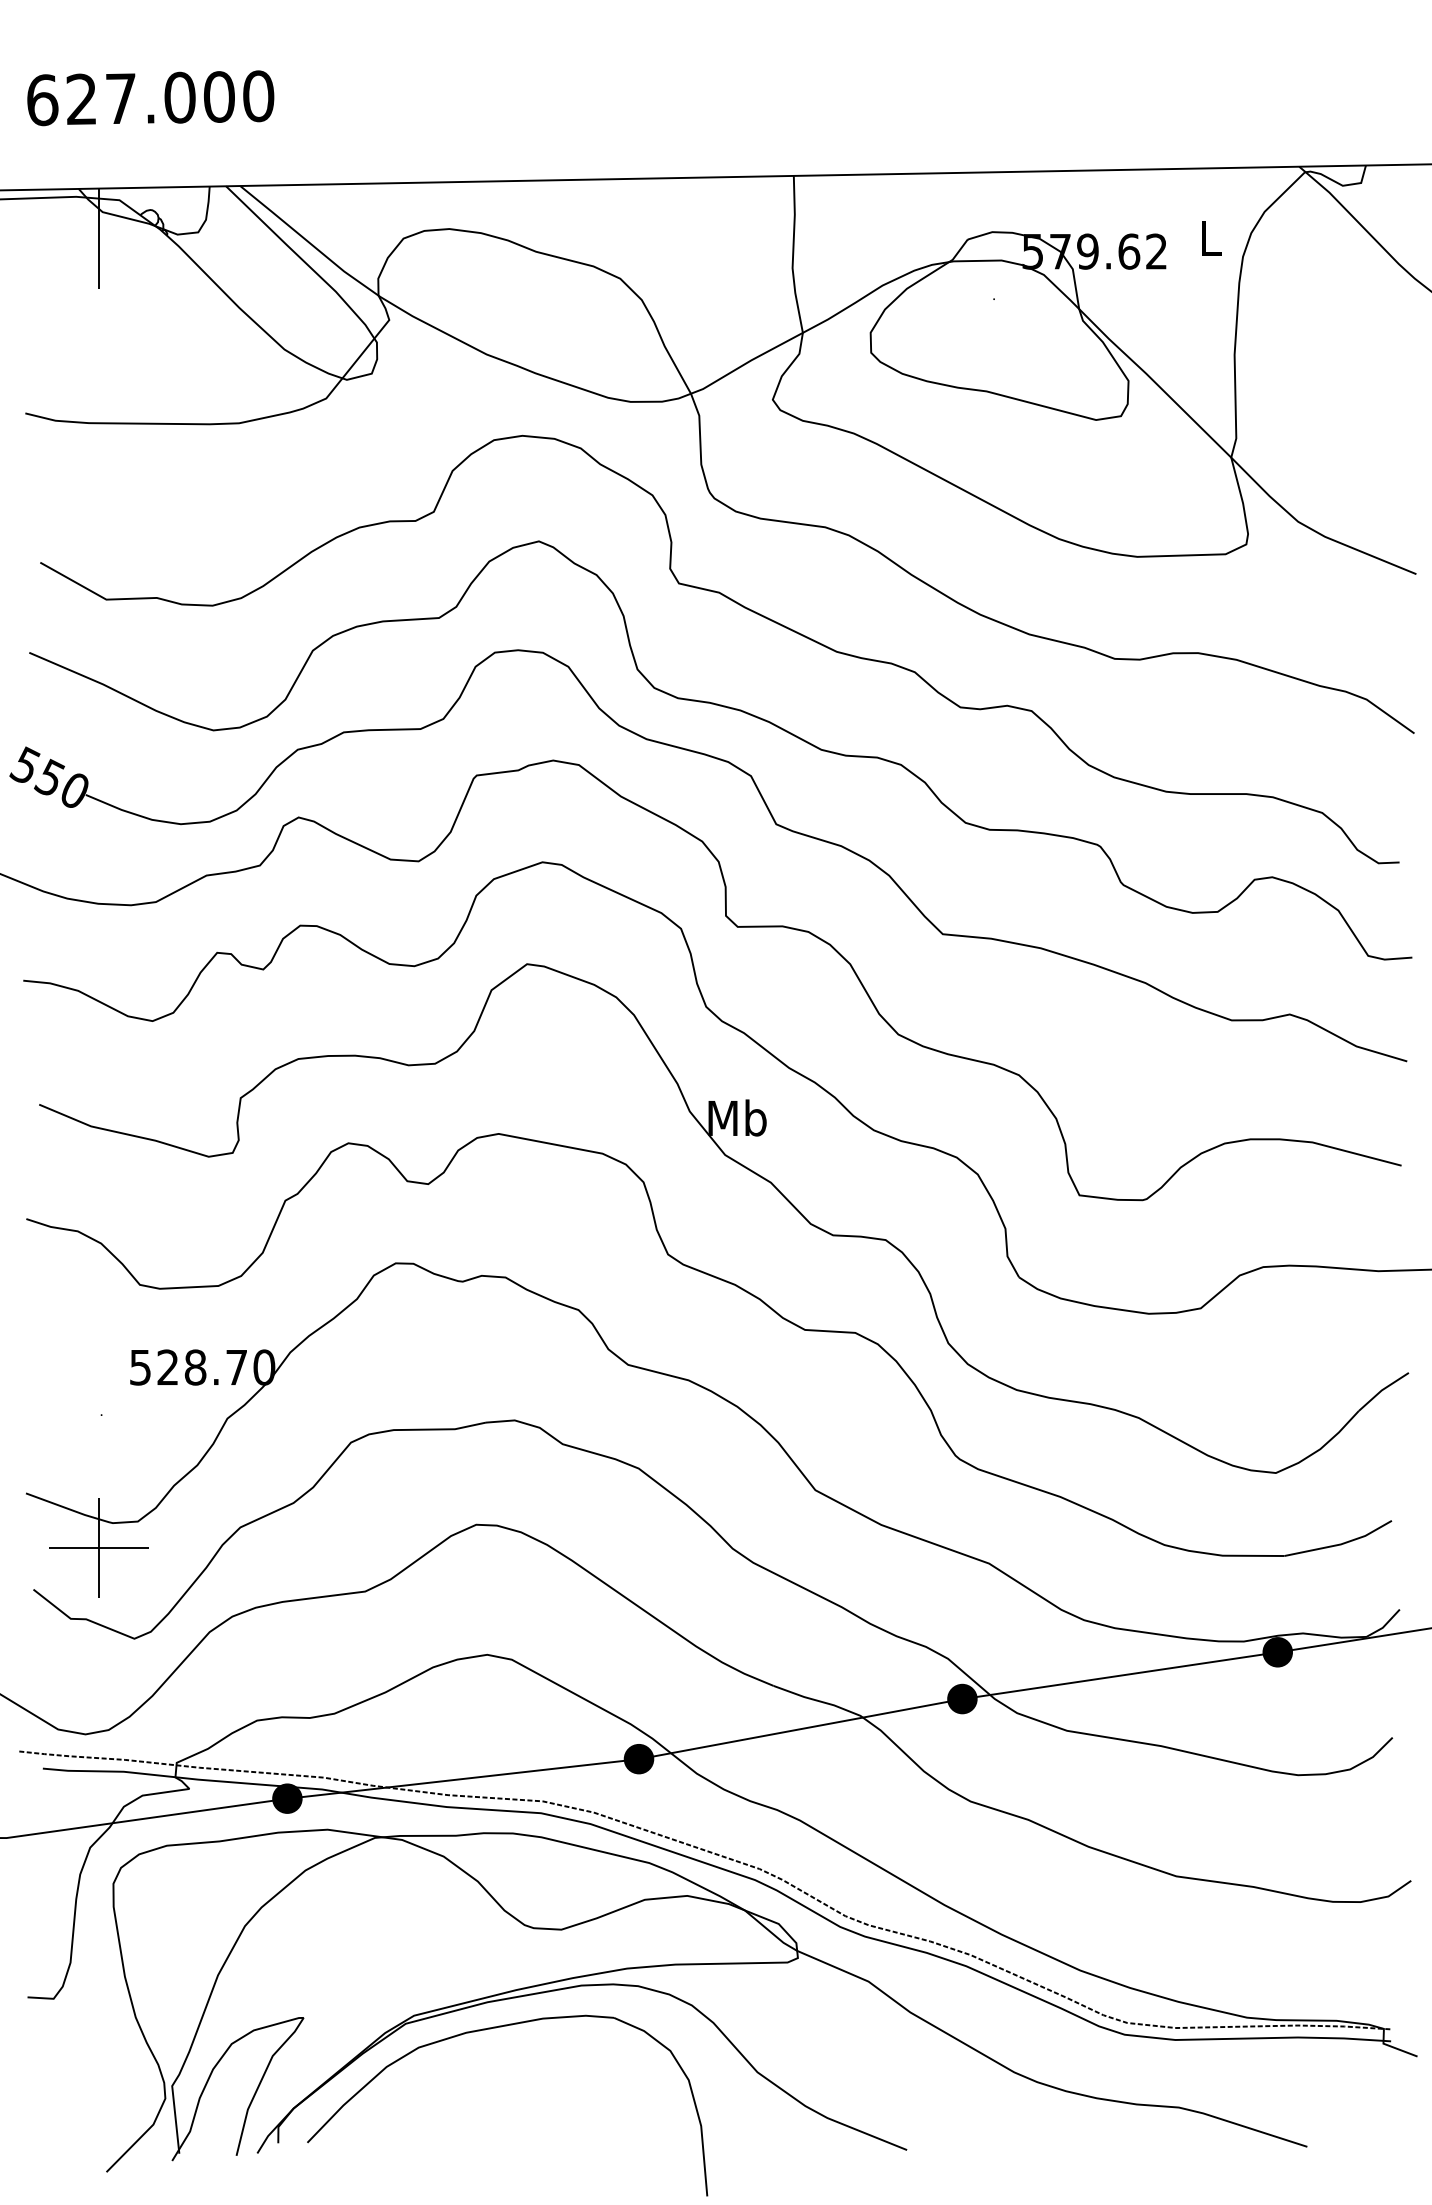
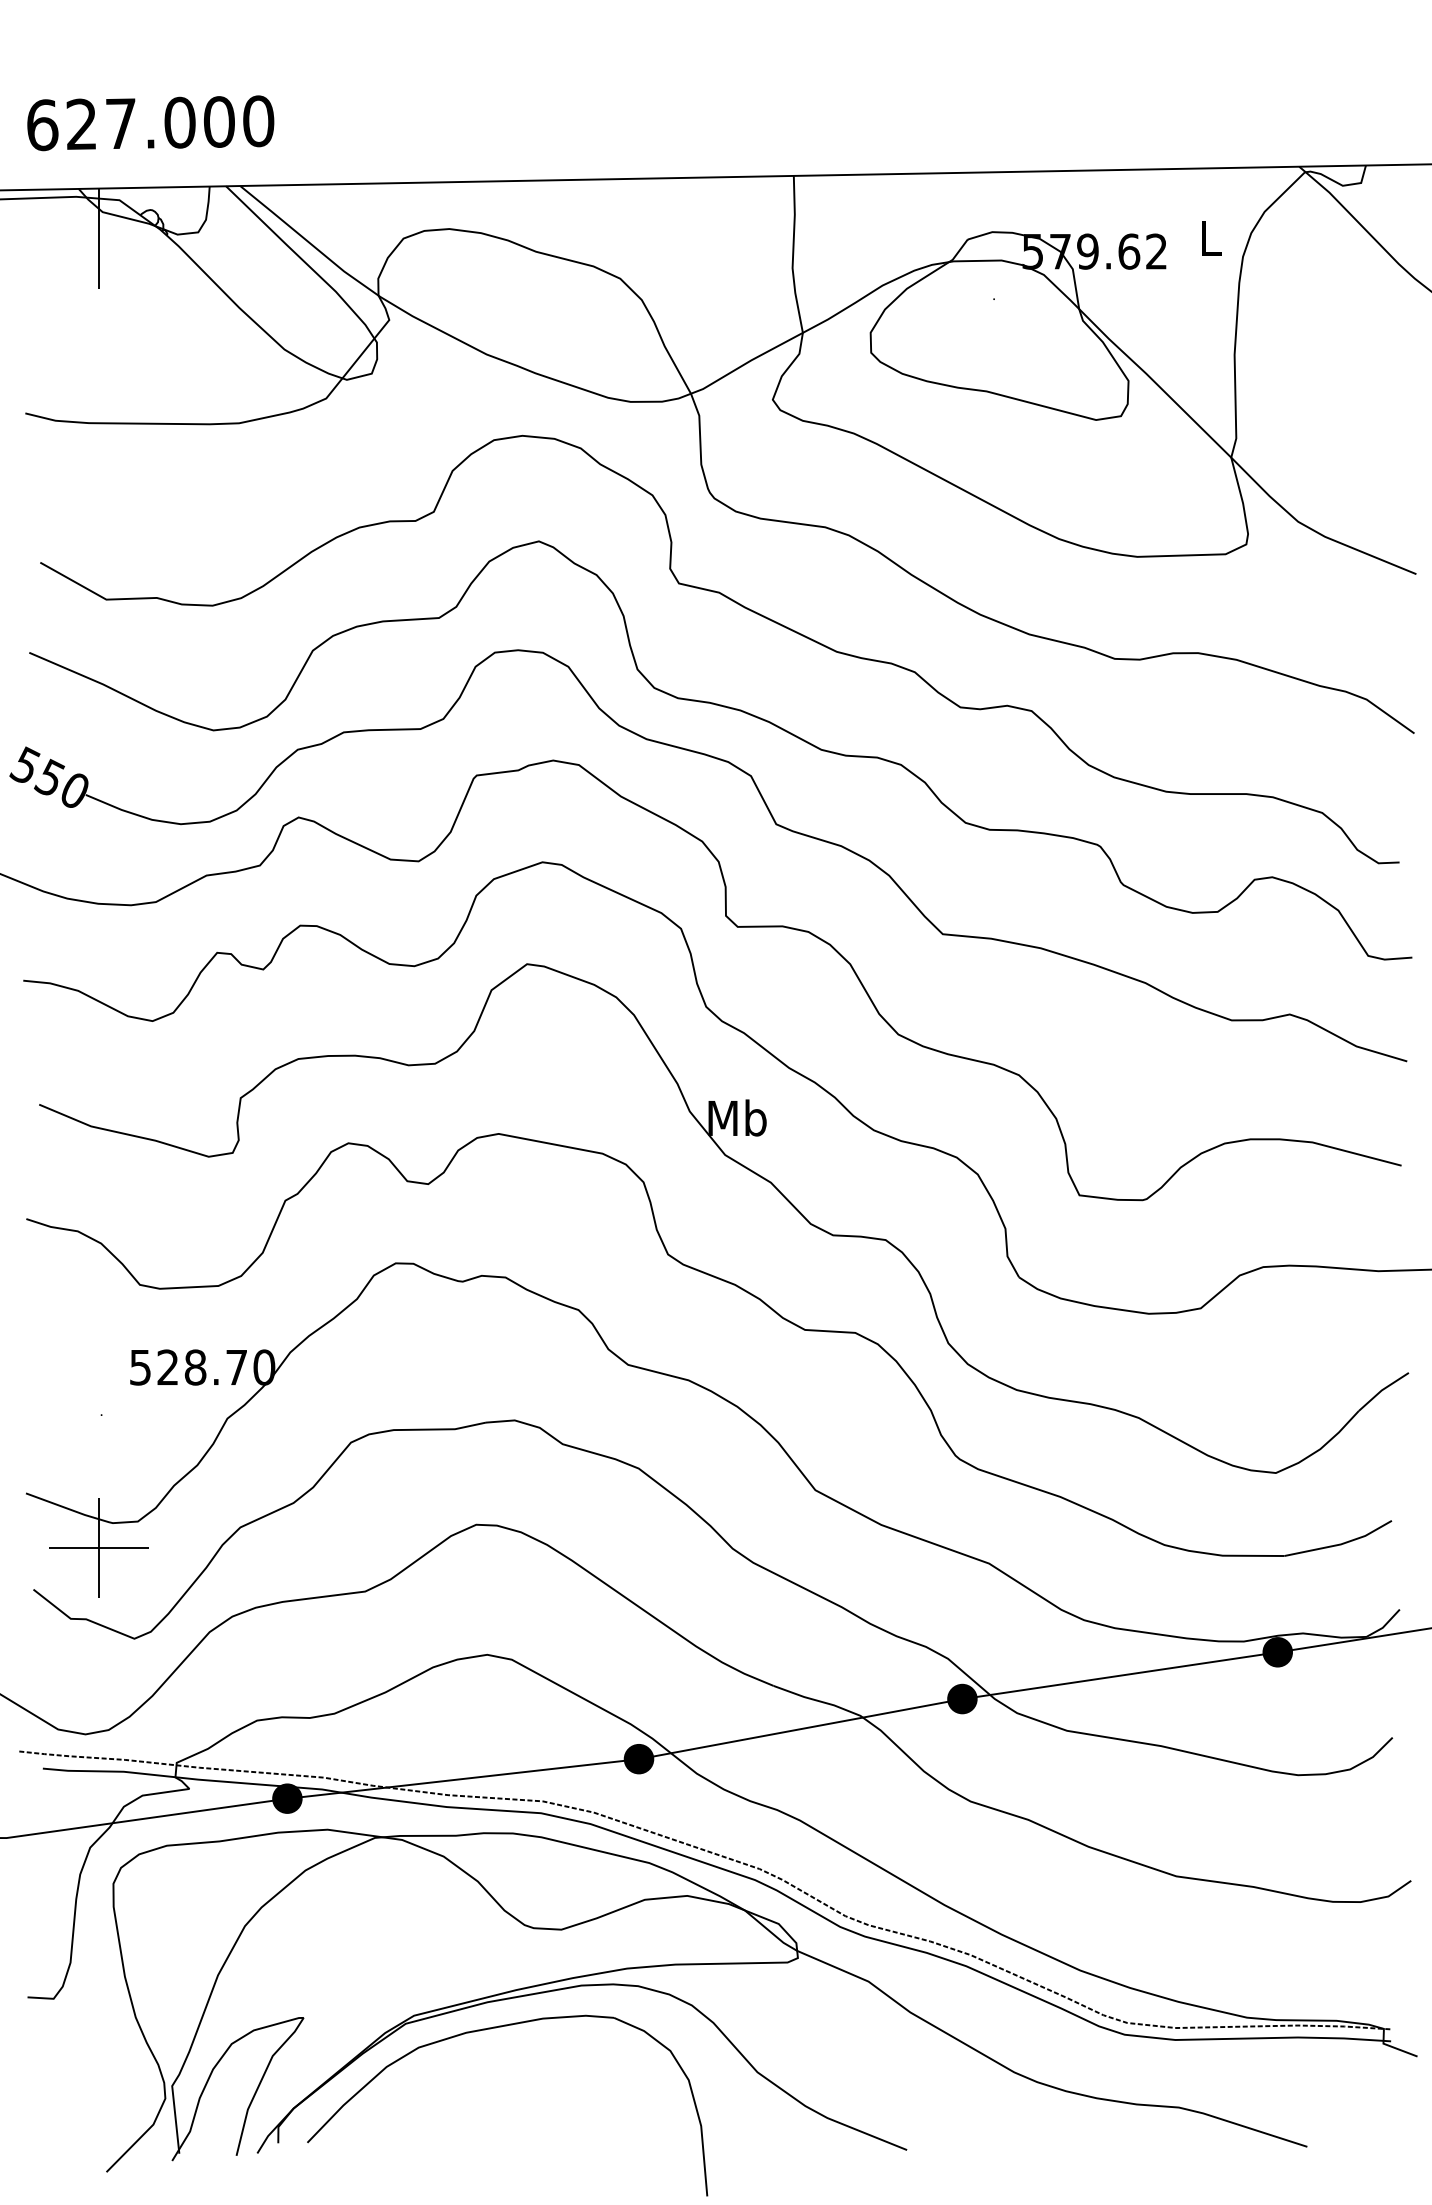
text at (150, 98) position: (150, 98) -> (150, 123)
